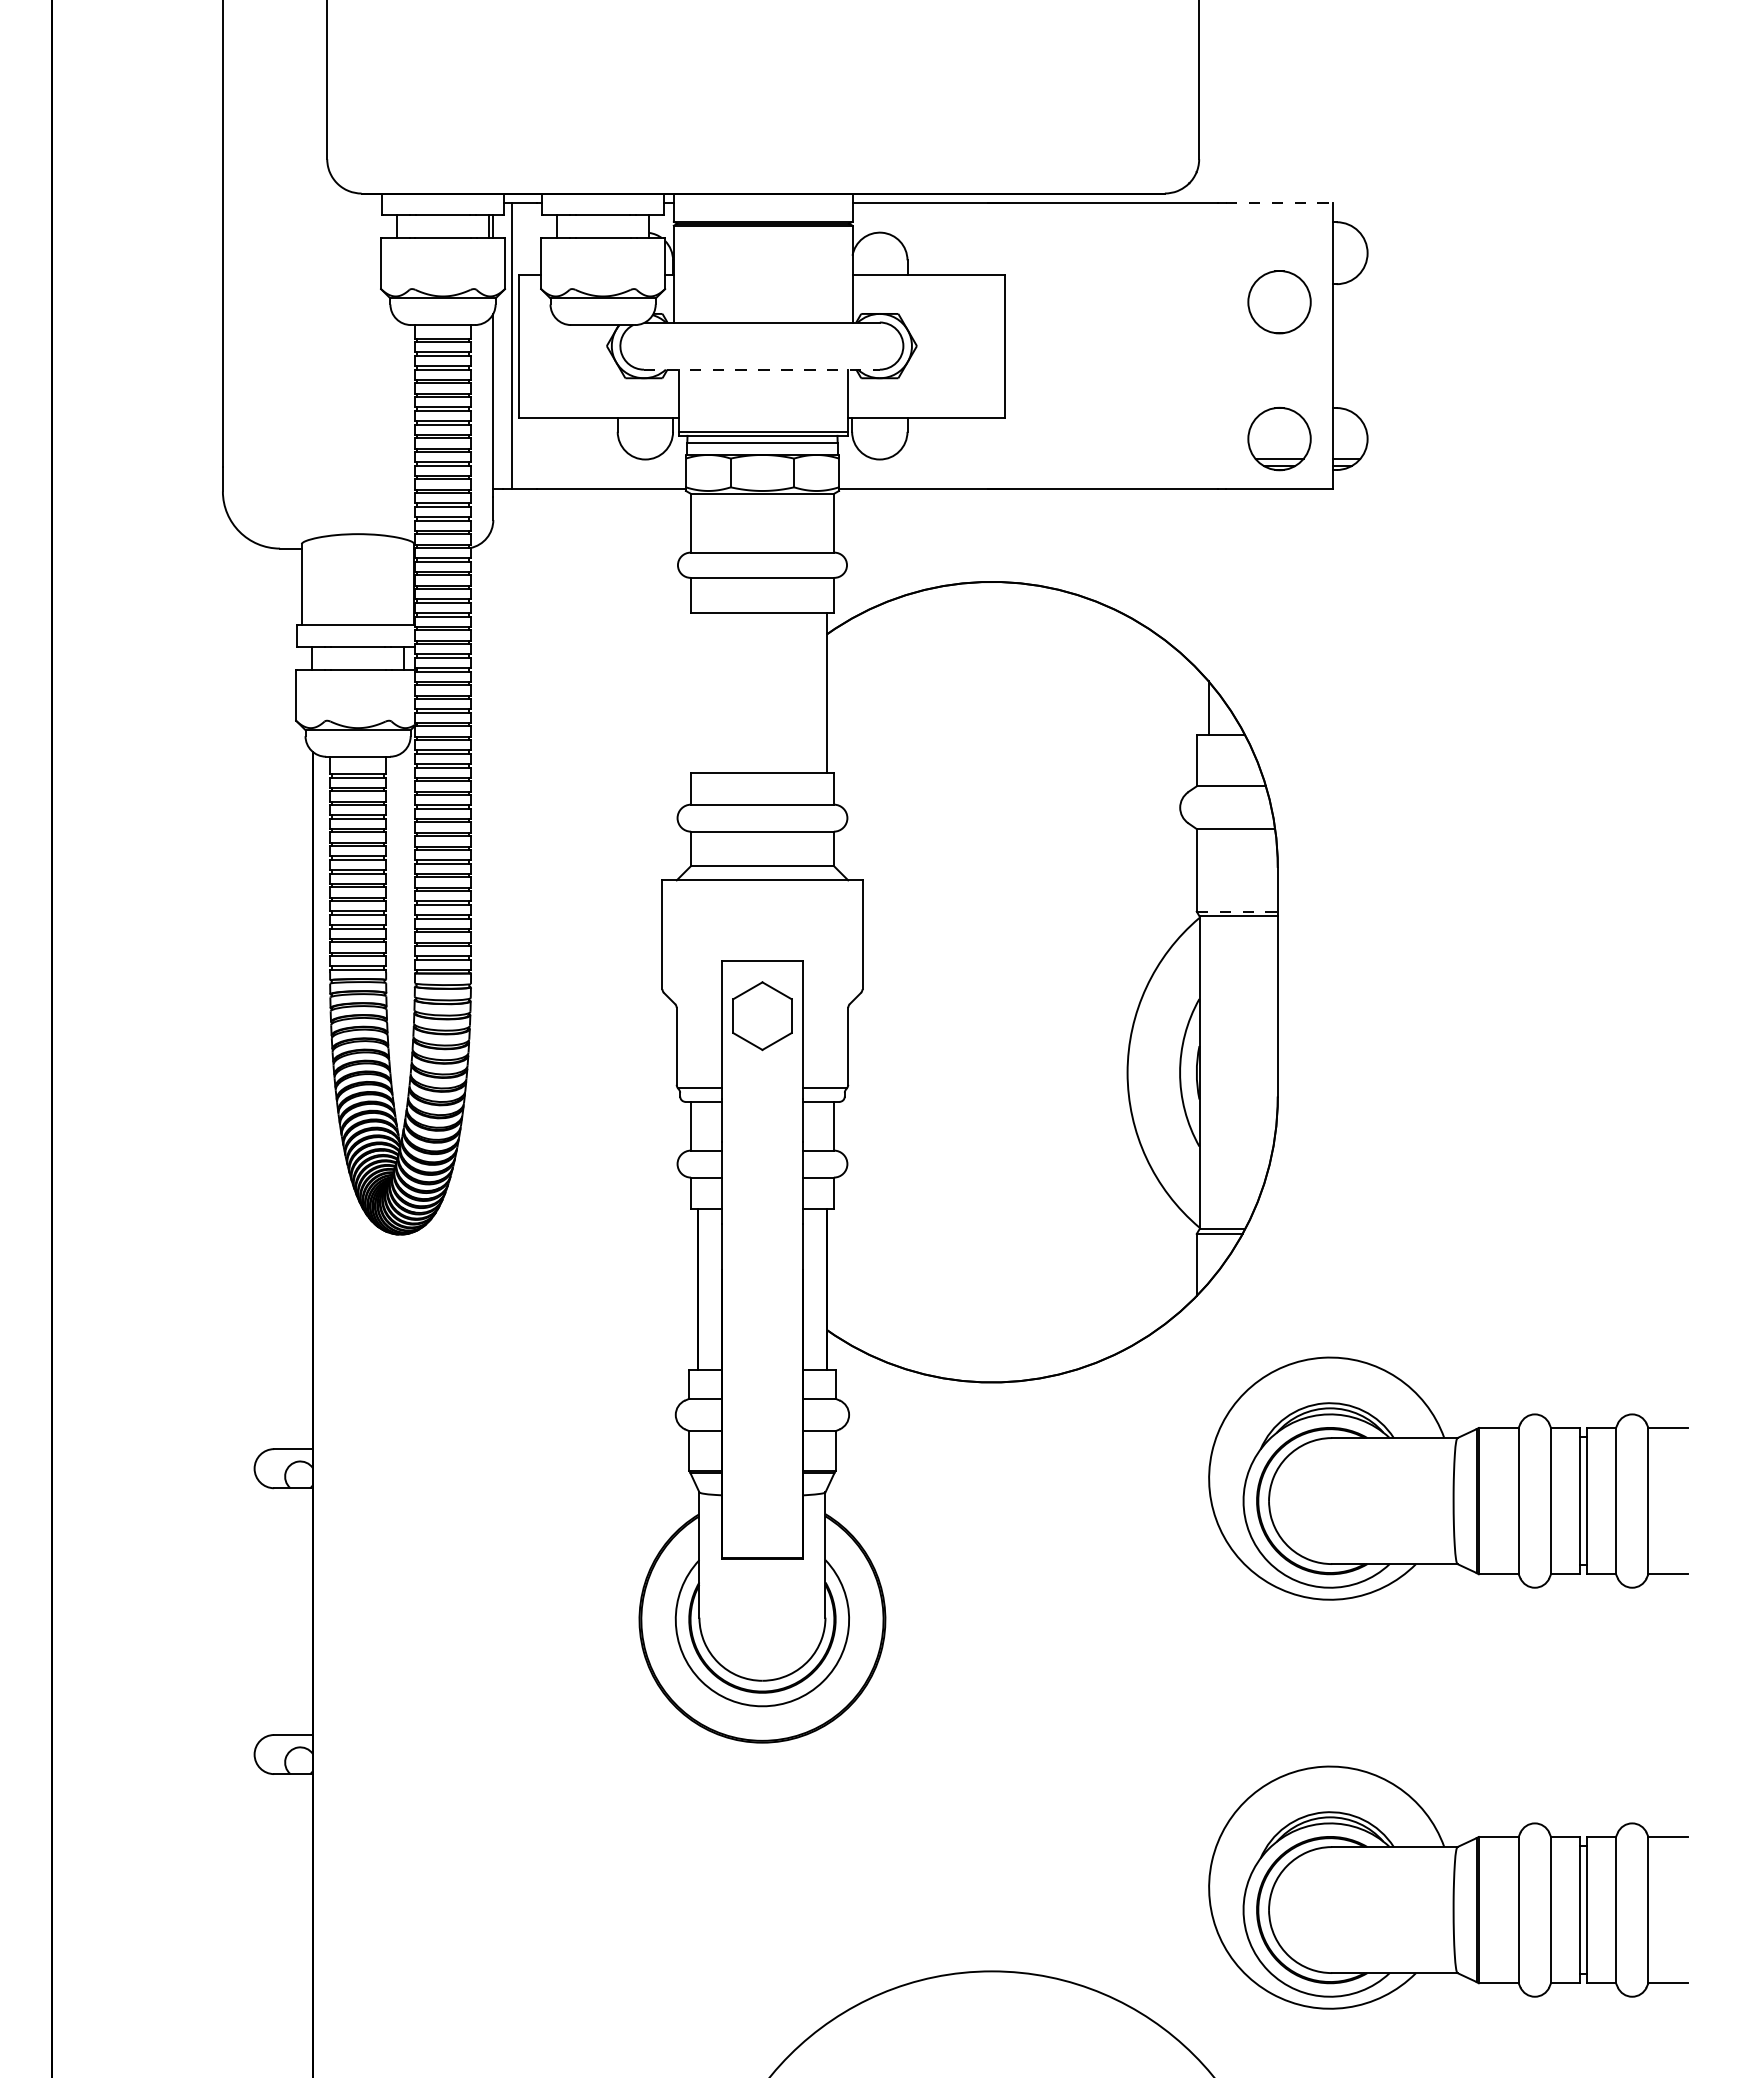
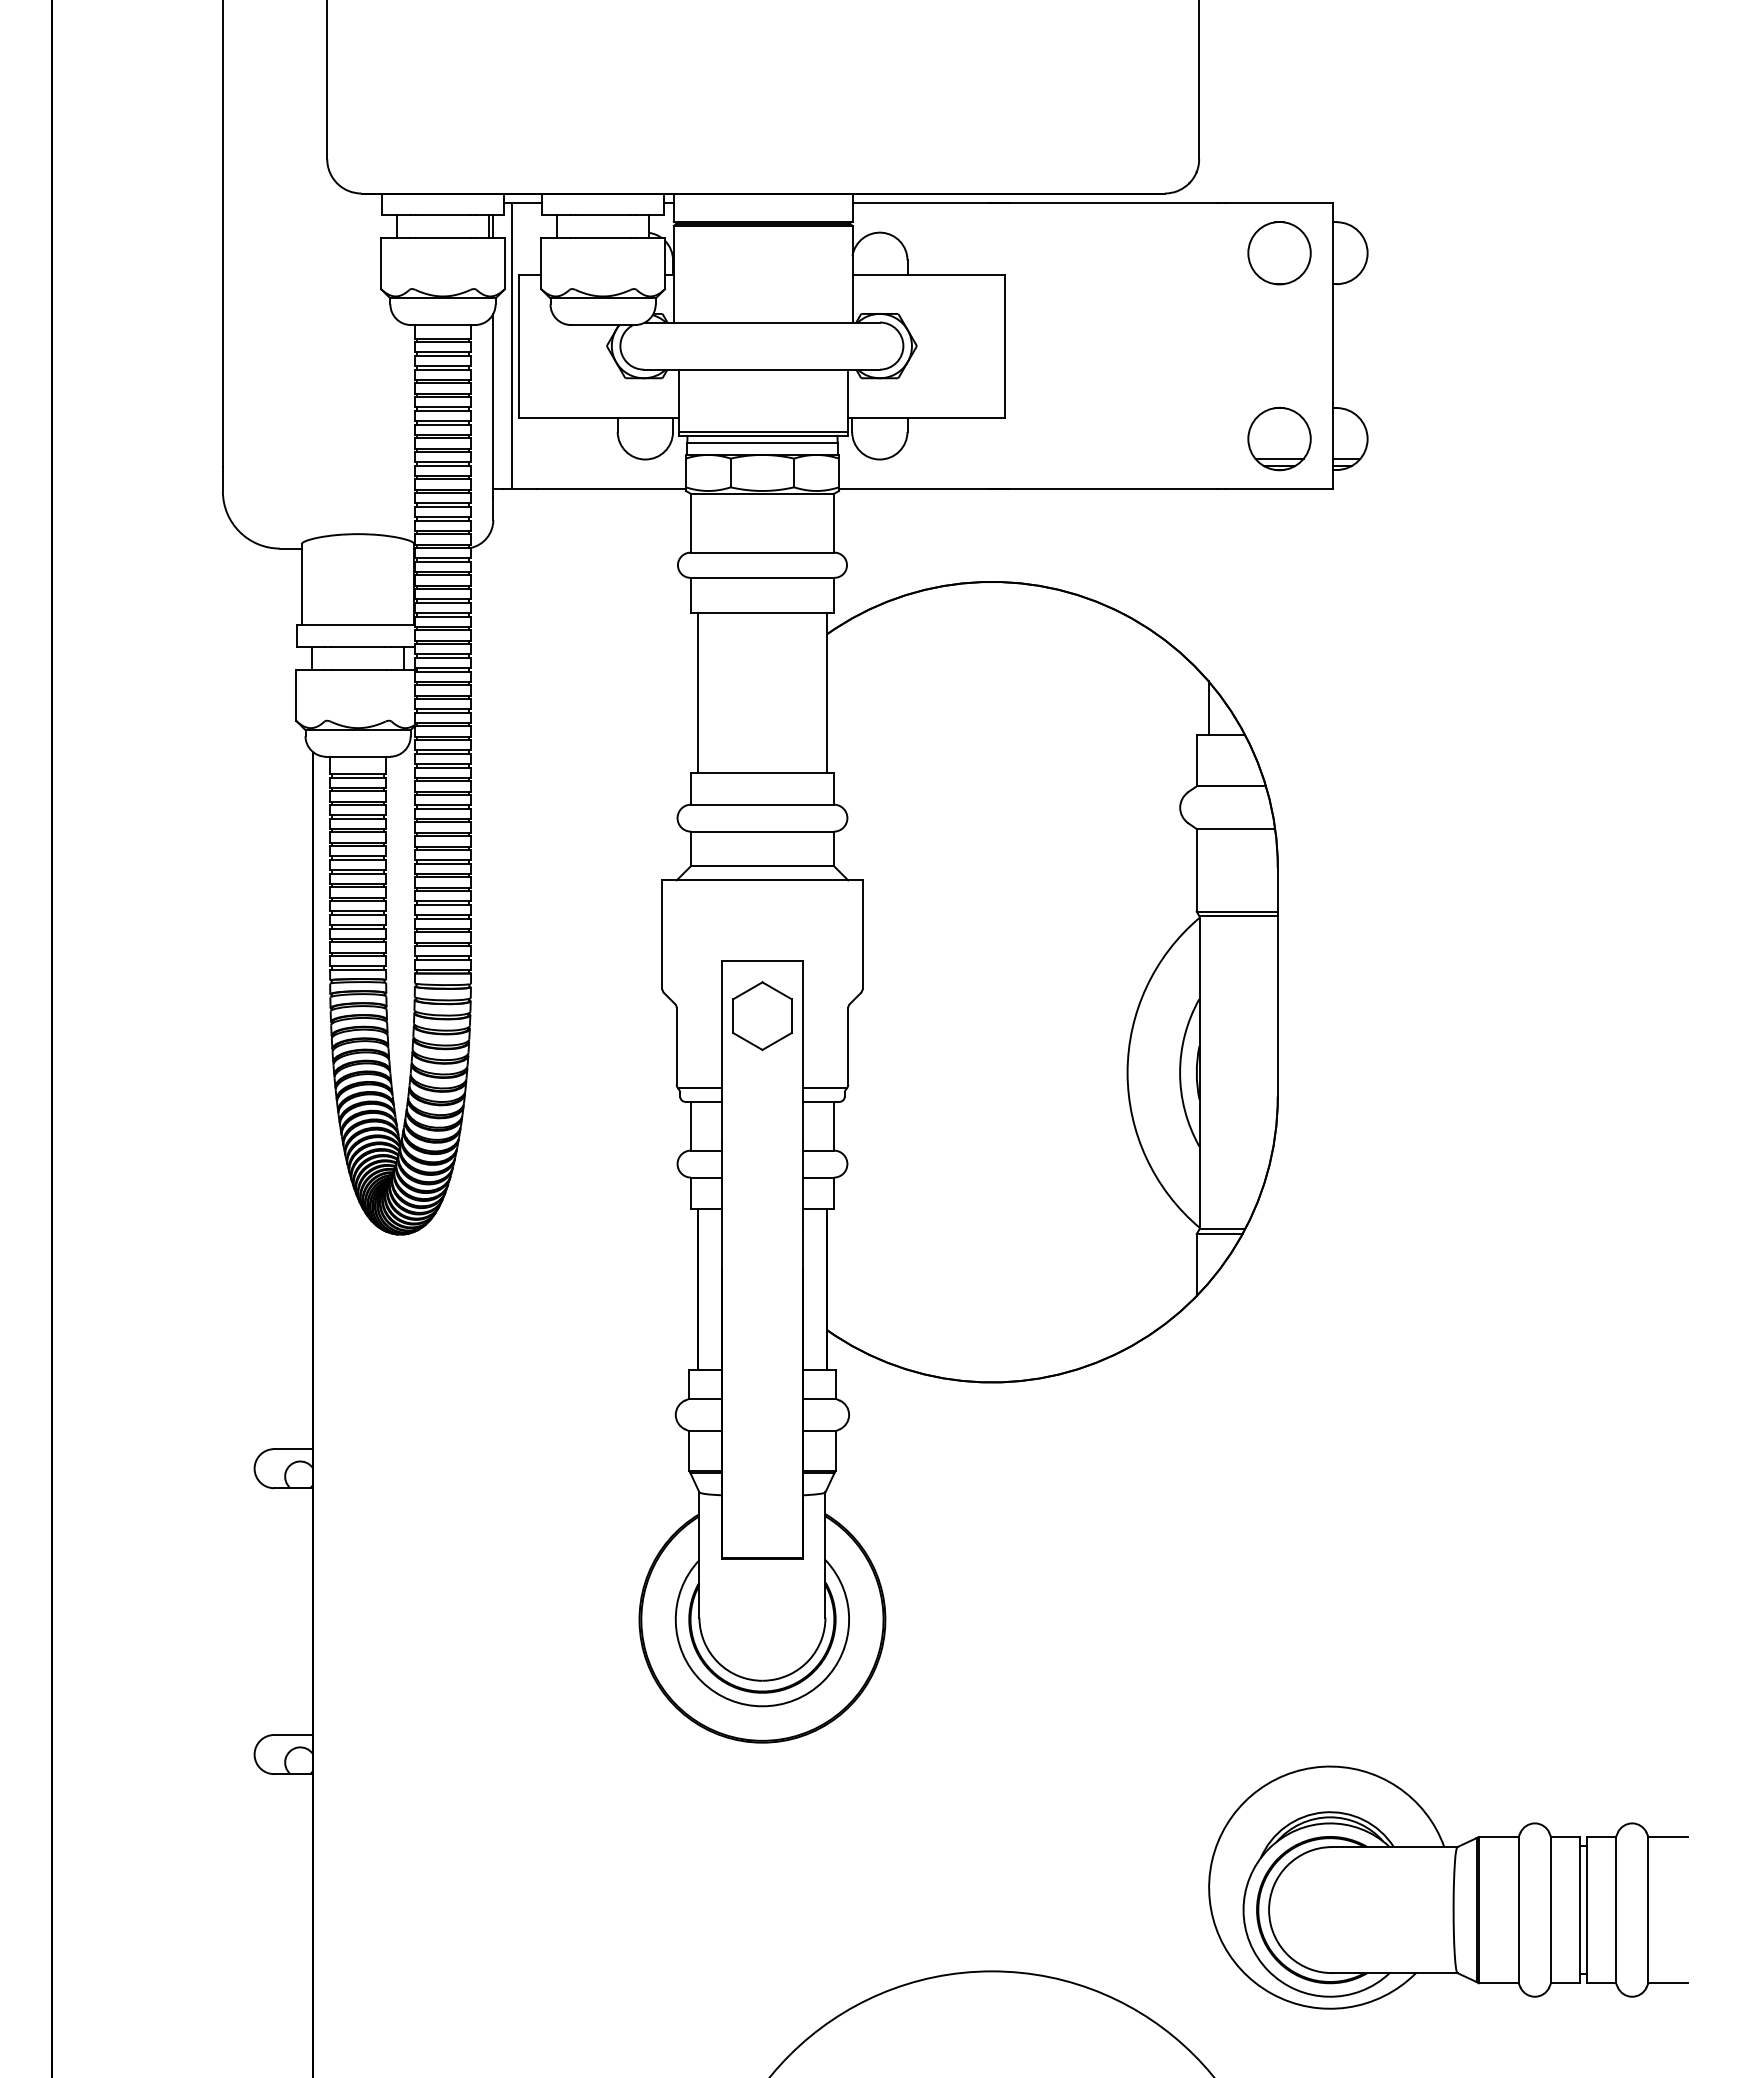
line at (1279, 203): dashed -> solid
circle at (1279, 302) position: (1279, 302) -> (1279, 253)
line at (761, 369): dashed -> solid
line at (698, 692): none -> present
line at (1237, 911): dashed -> solid
part at (1448, 1478): present -> none
